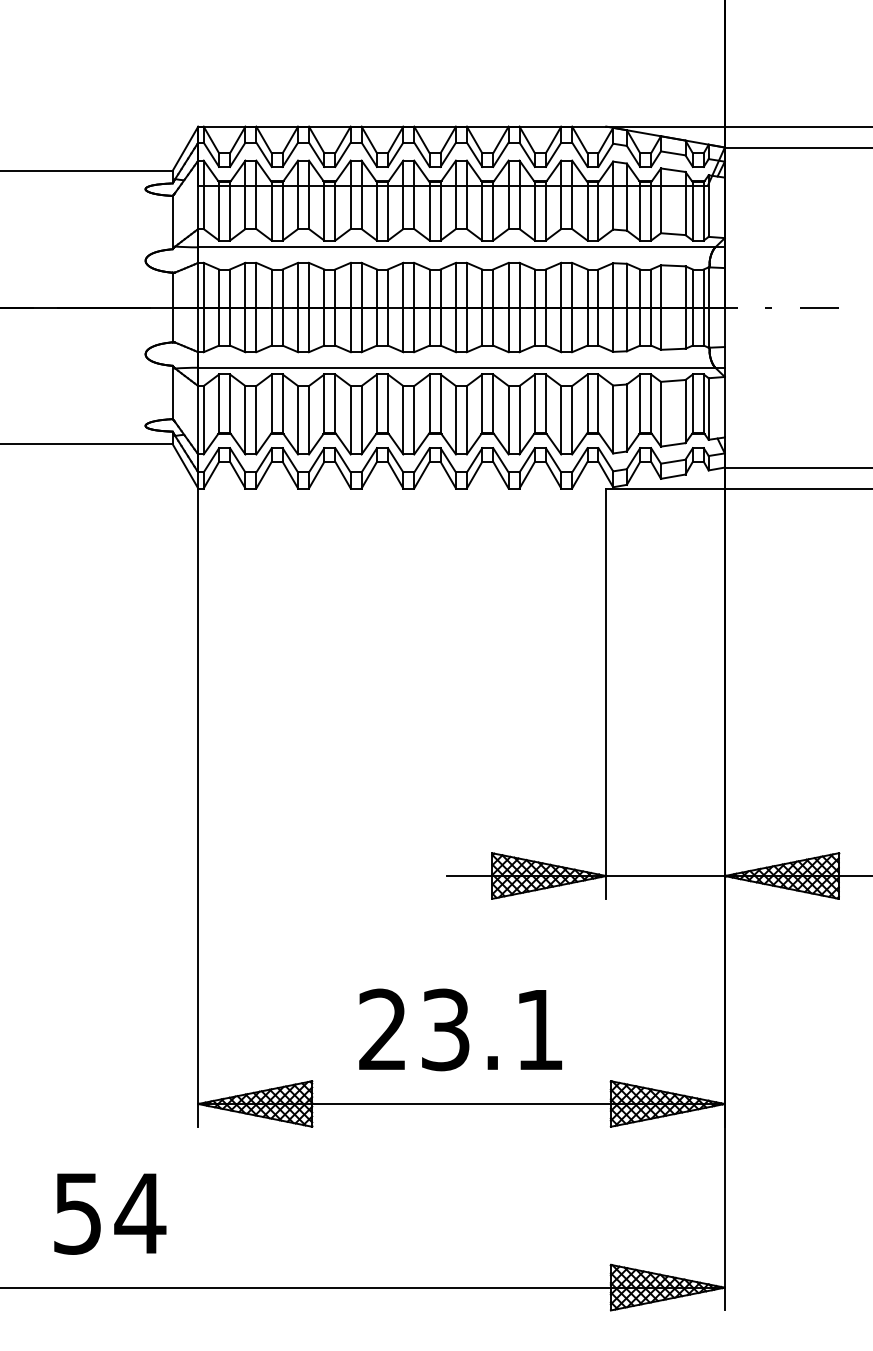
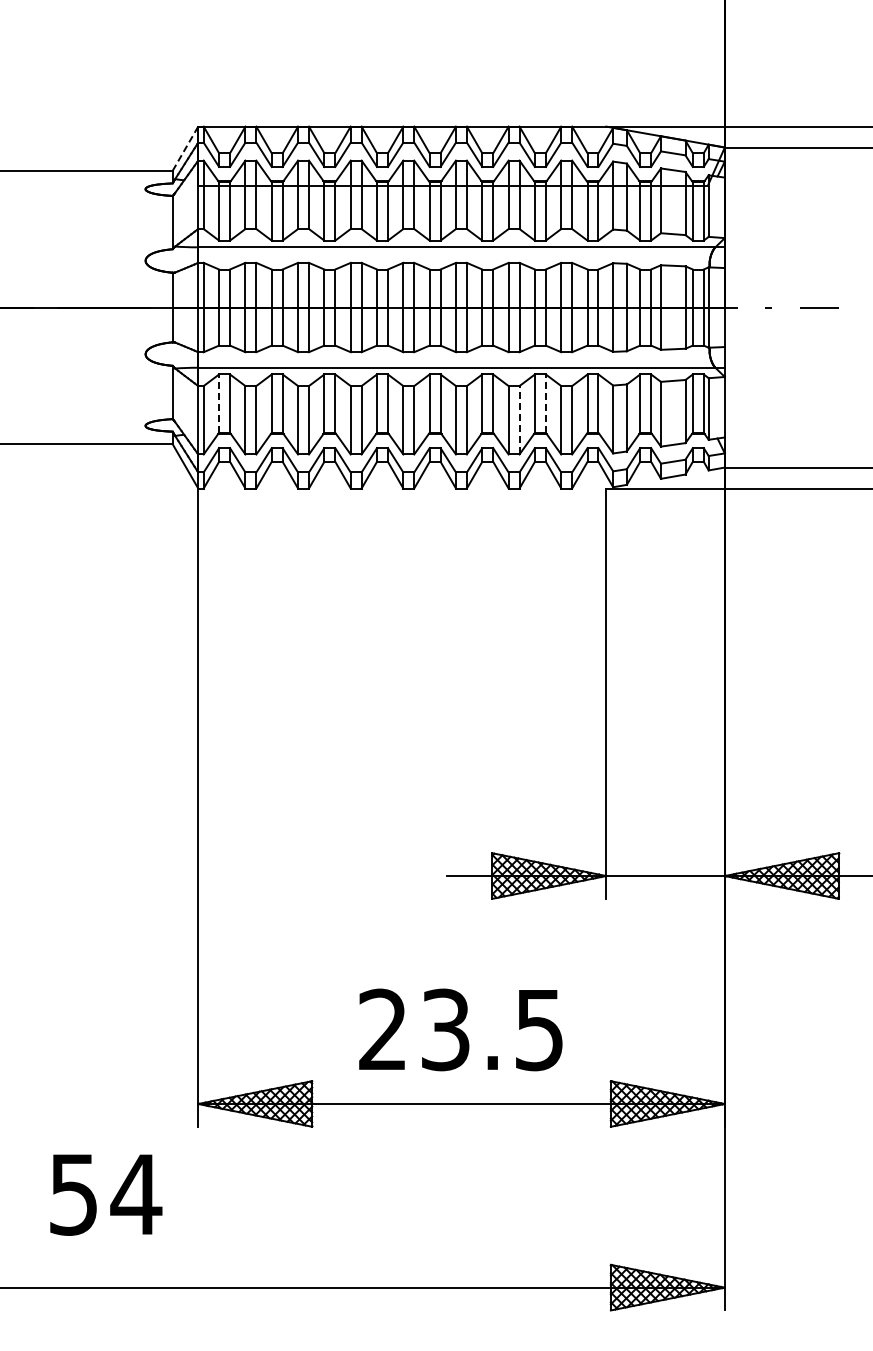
line at (185, 148): solid -> dashed
line at (219, 403): solid -> dashed
line at (545, 403): solid -> dashed
line at (519, 419): solid -> dashed
text at (539, 1030): 23.1 -> 23.5
text at (110, 1213) position: (110, 1213) -> (106, 1194)
